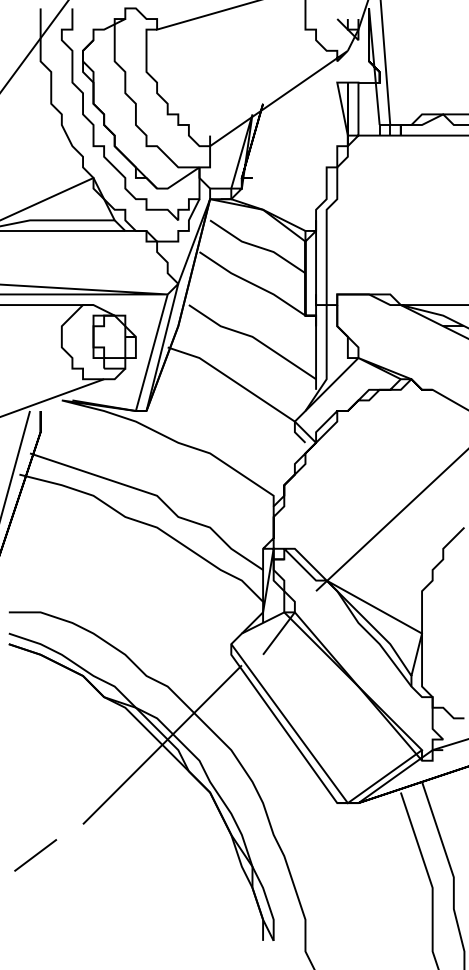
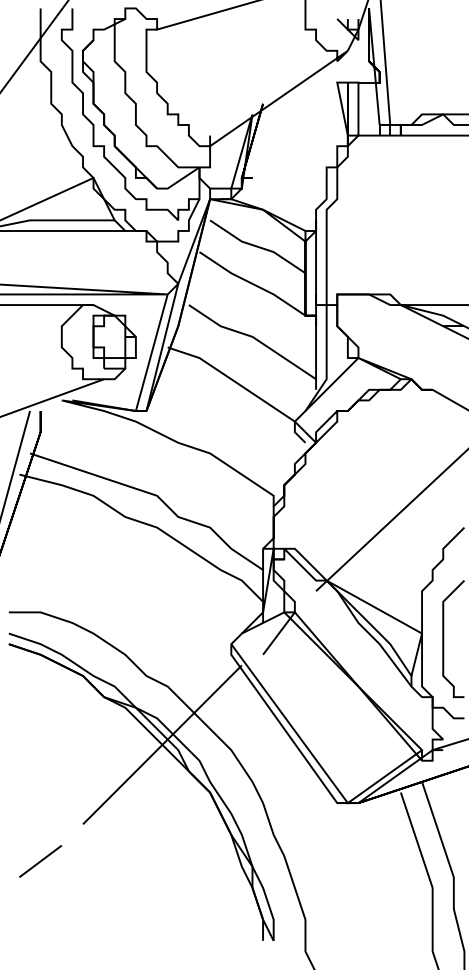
curve at (444, 638): none -> present
line at (35, 855) position: (35, 855) -> (40, 861)
